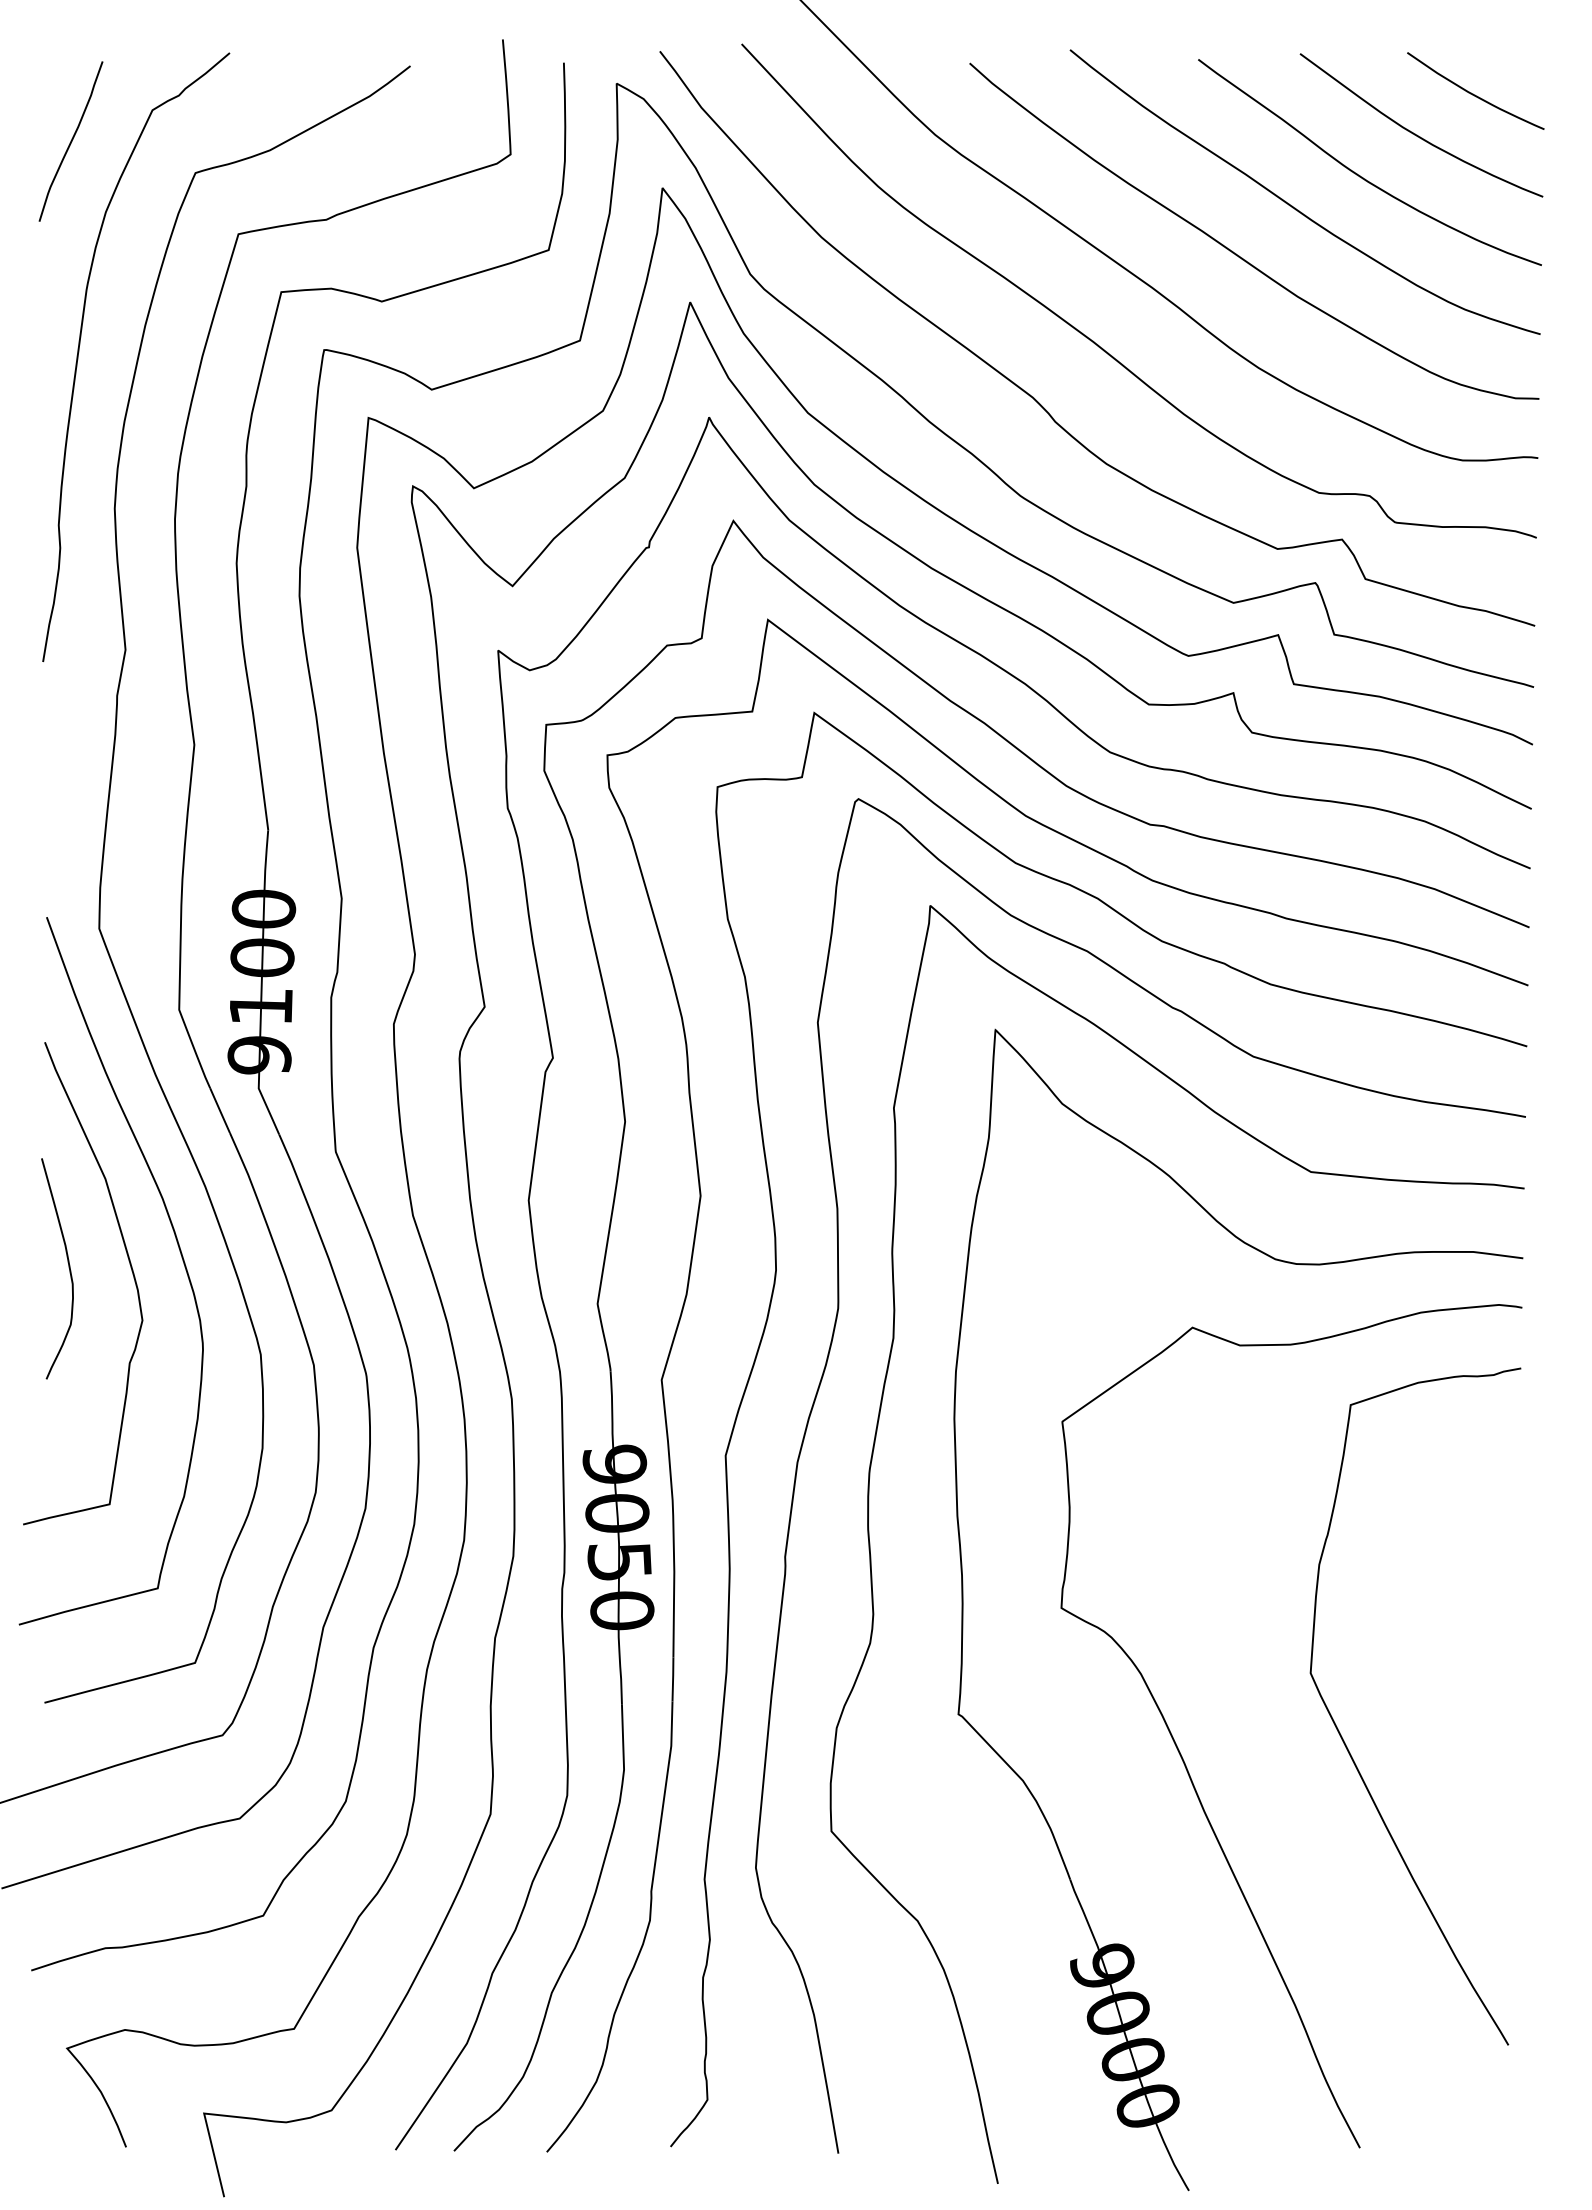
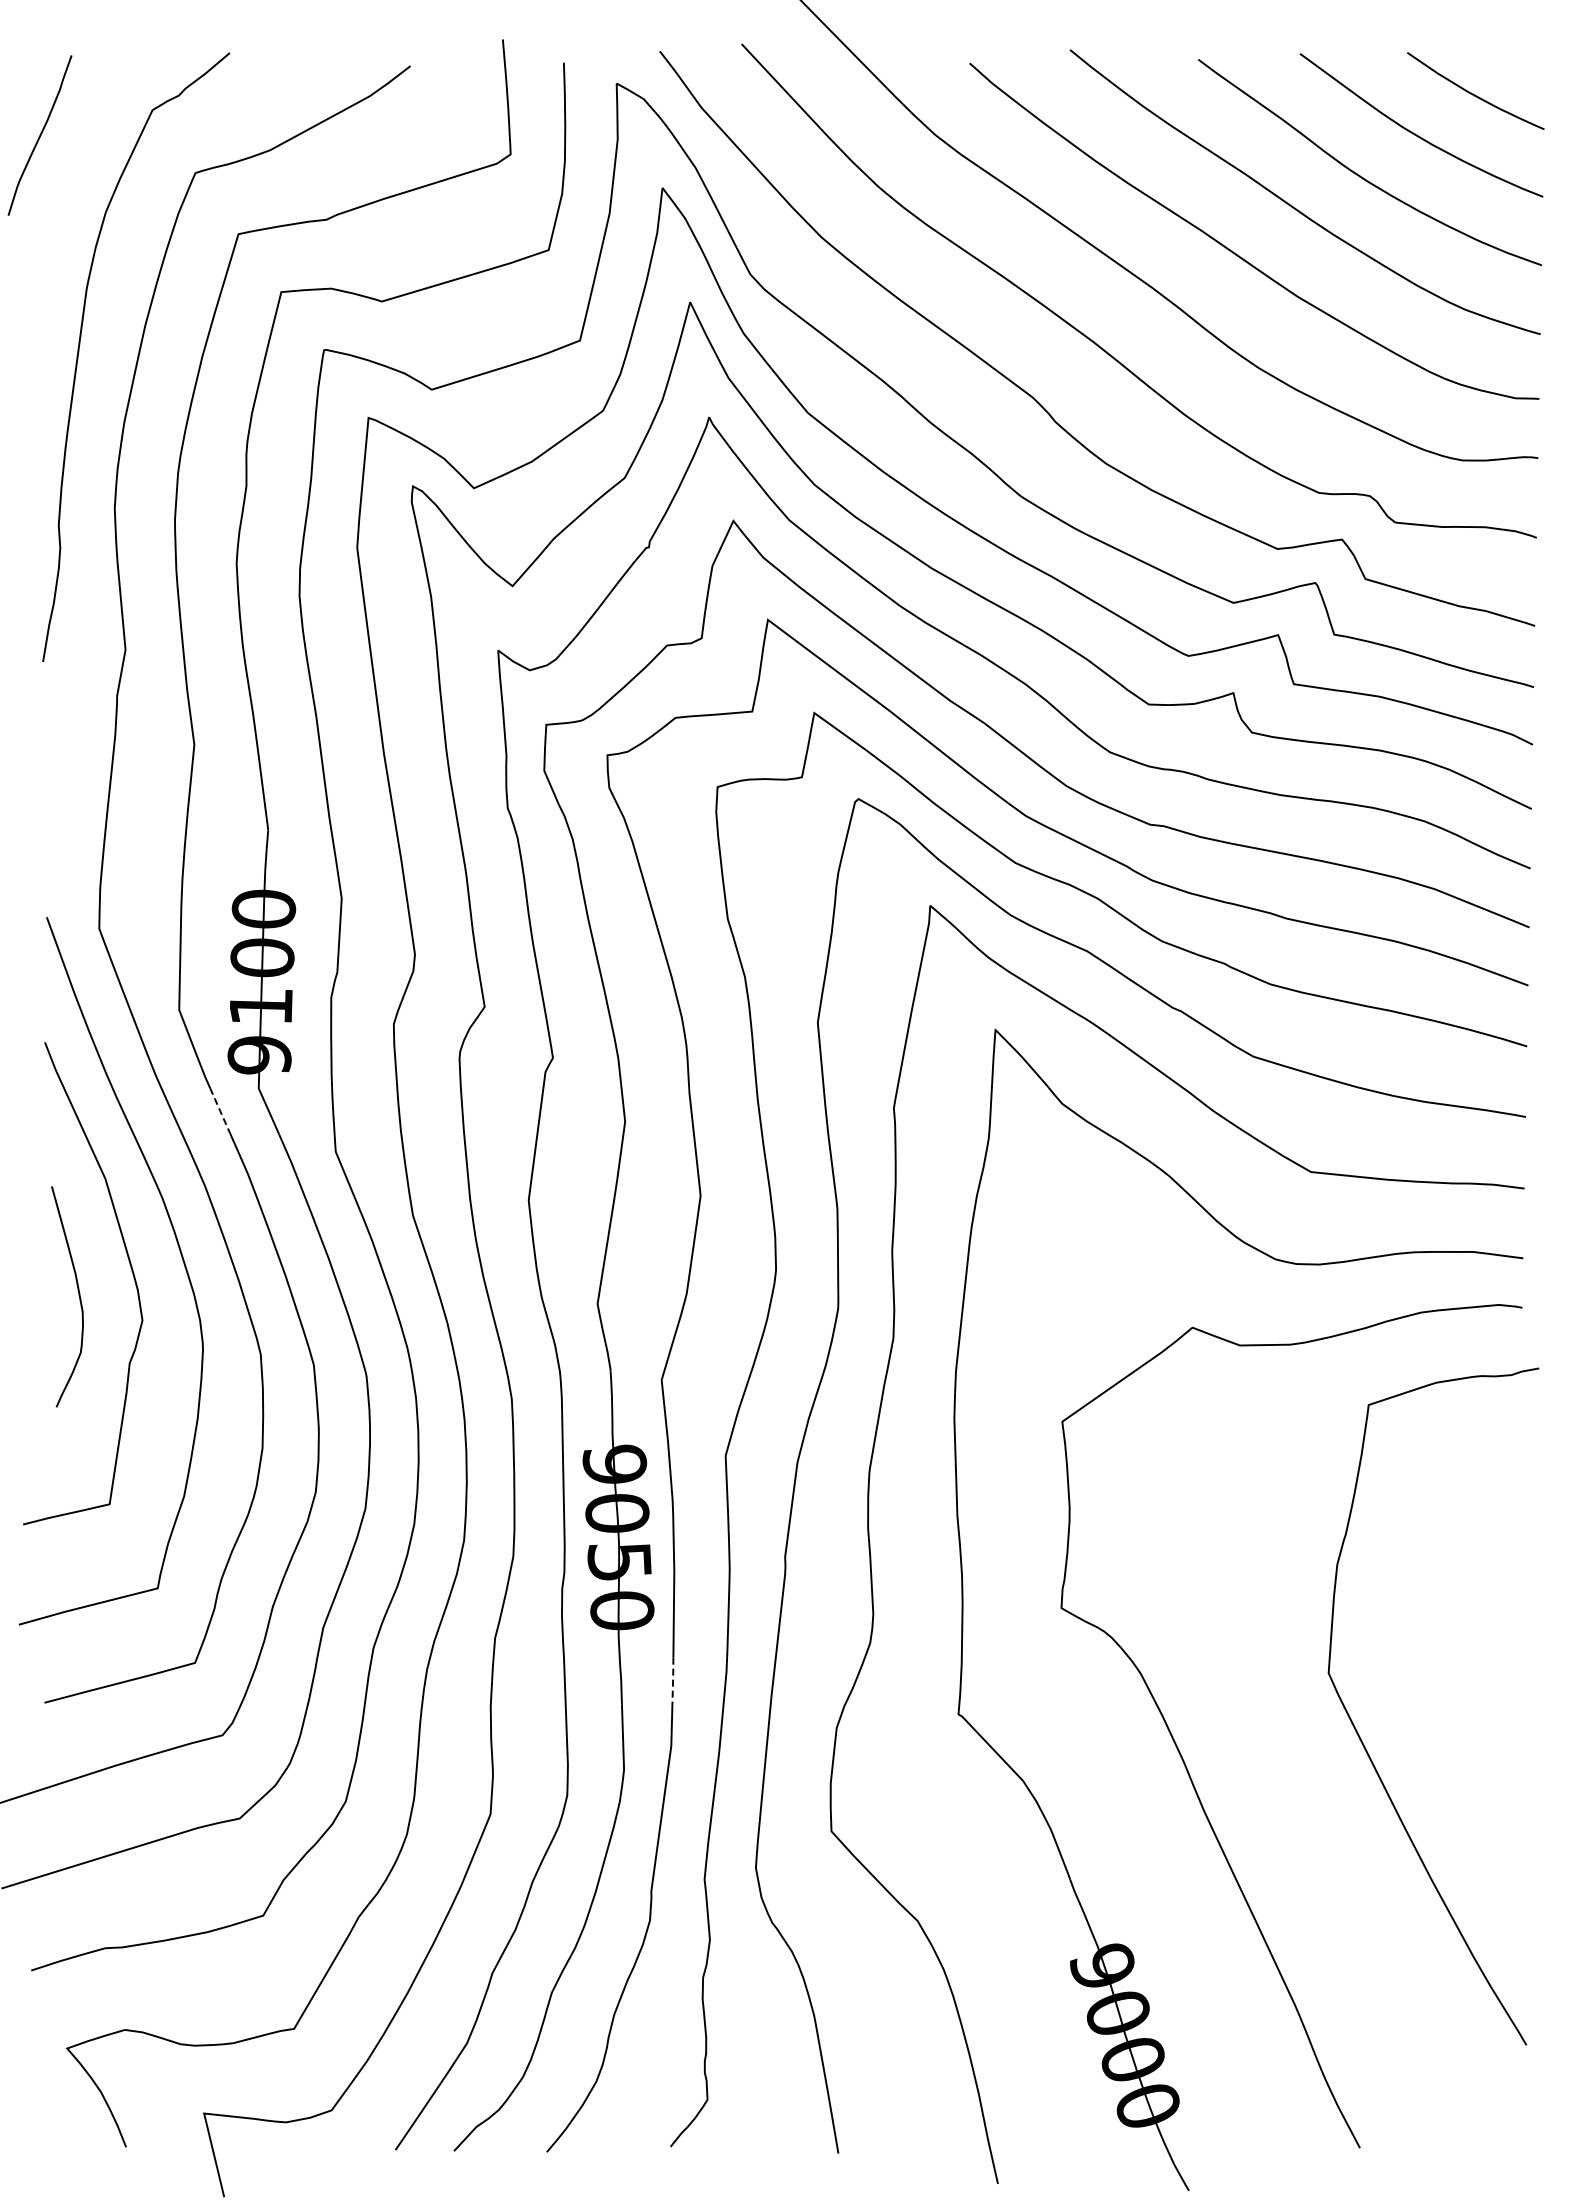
curve at (70, 141) position: (70, 141) -> (39, 135)
line at (220, 1111): solid -> dashed
curve at (68, 1267) position: (68, 1267) -> (78, 1295)
line at (673, 1679): solid -> dashed
curve at (1345, 1742) position: (1345, 1742) -> (1363, 1742)
